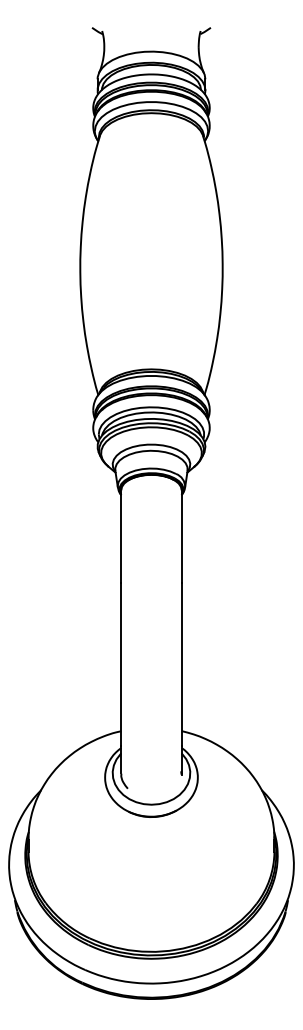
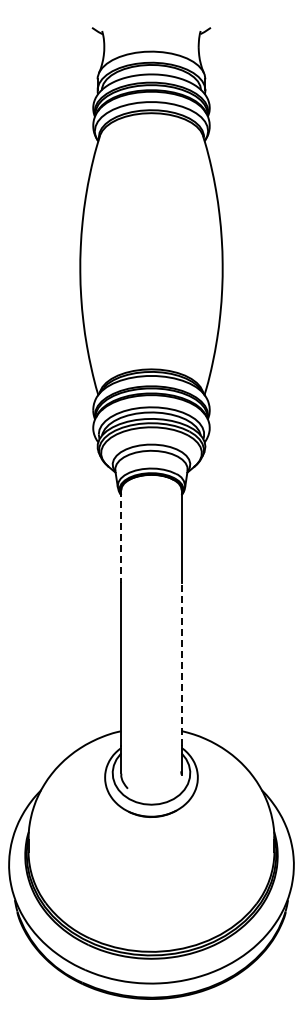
line at (121, 537): solid -> dashed
line at (181, 663): solid -> dashed
